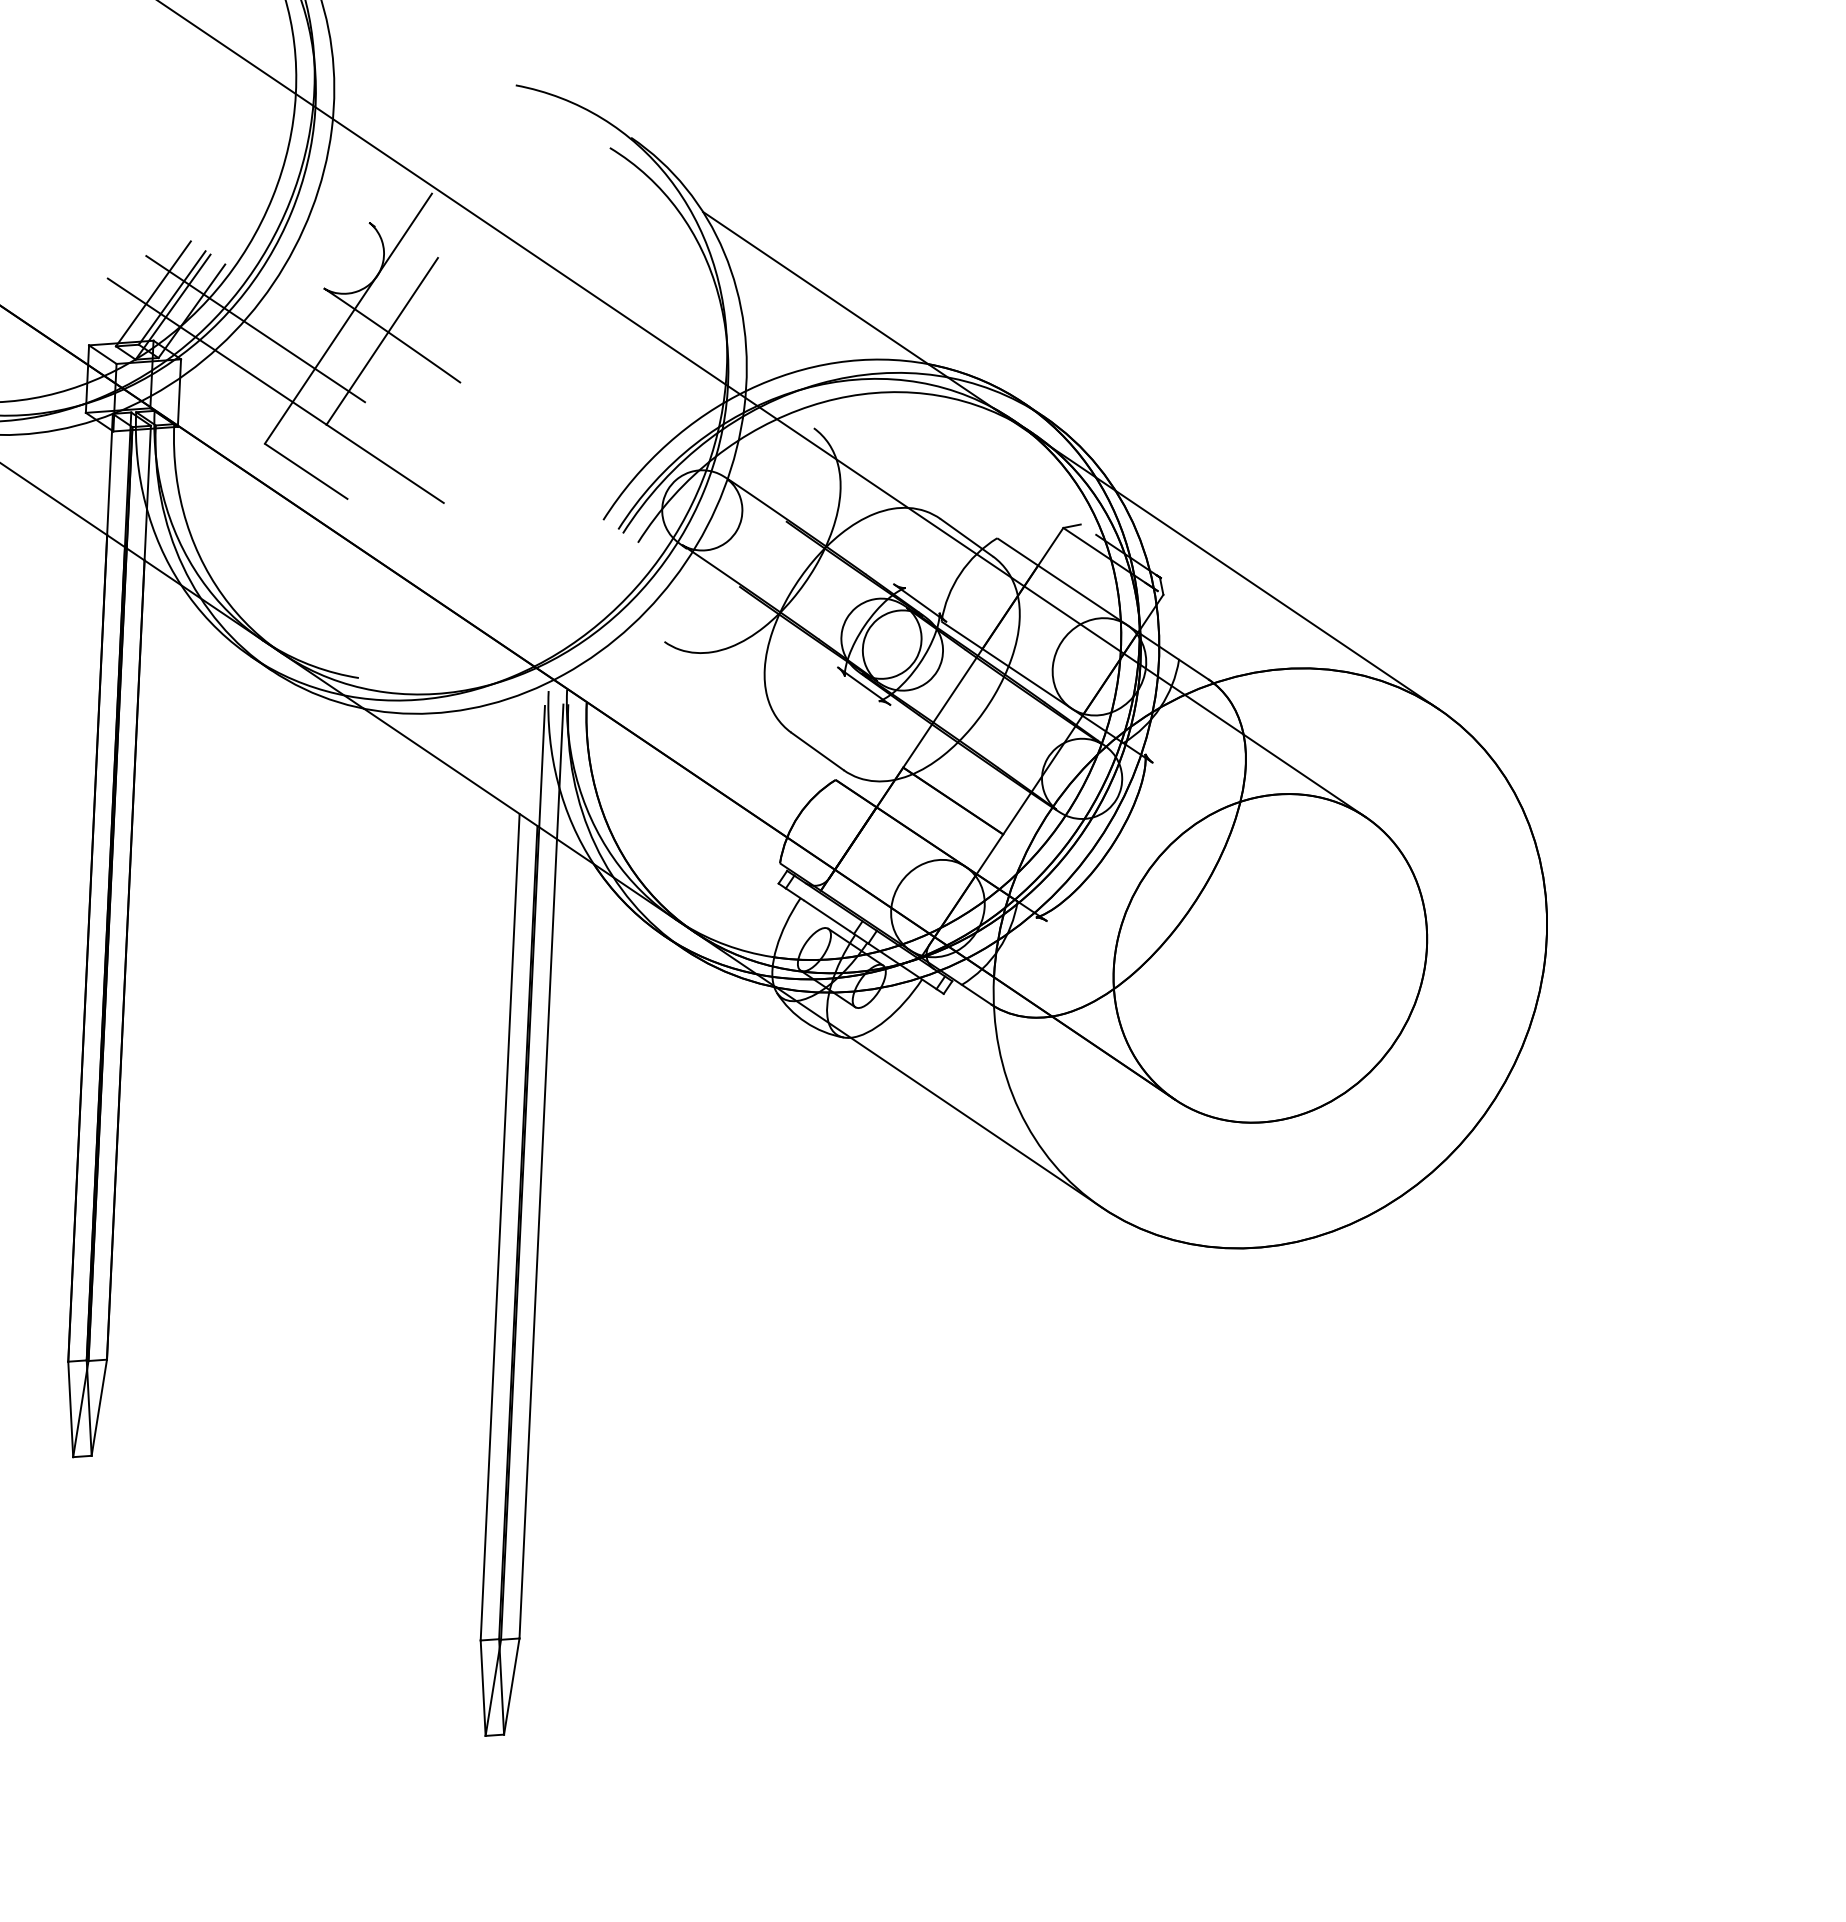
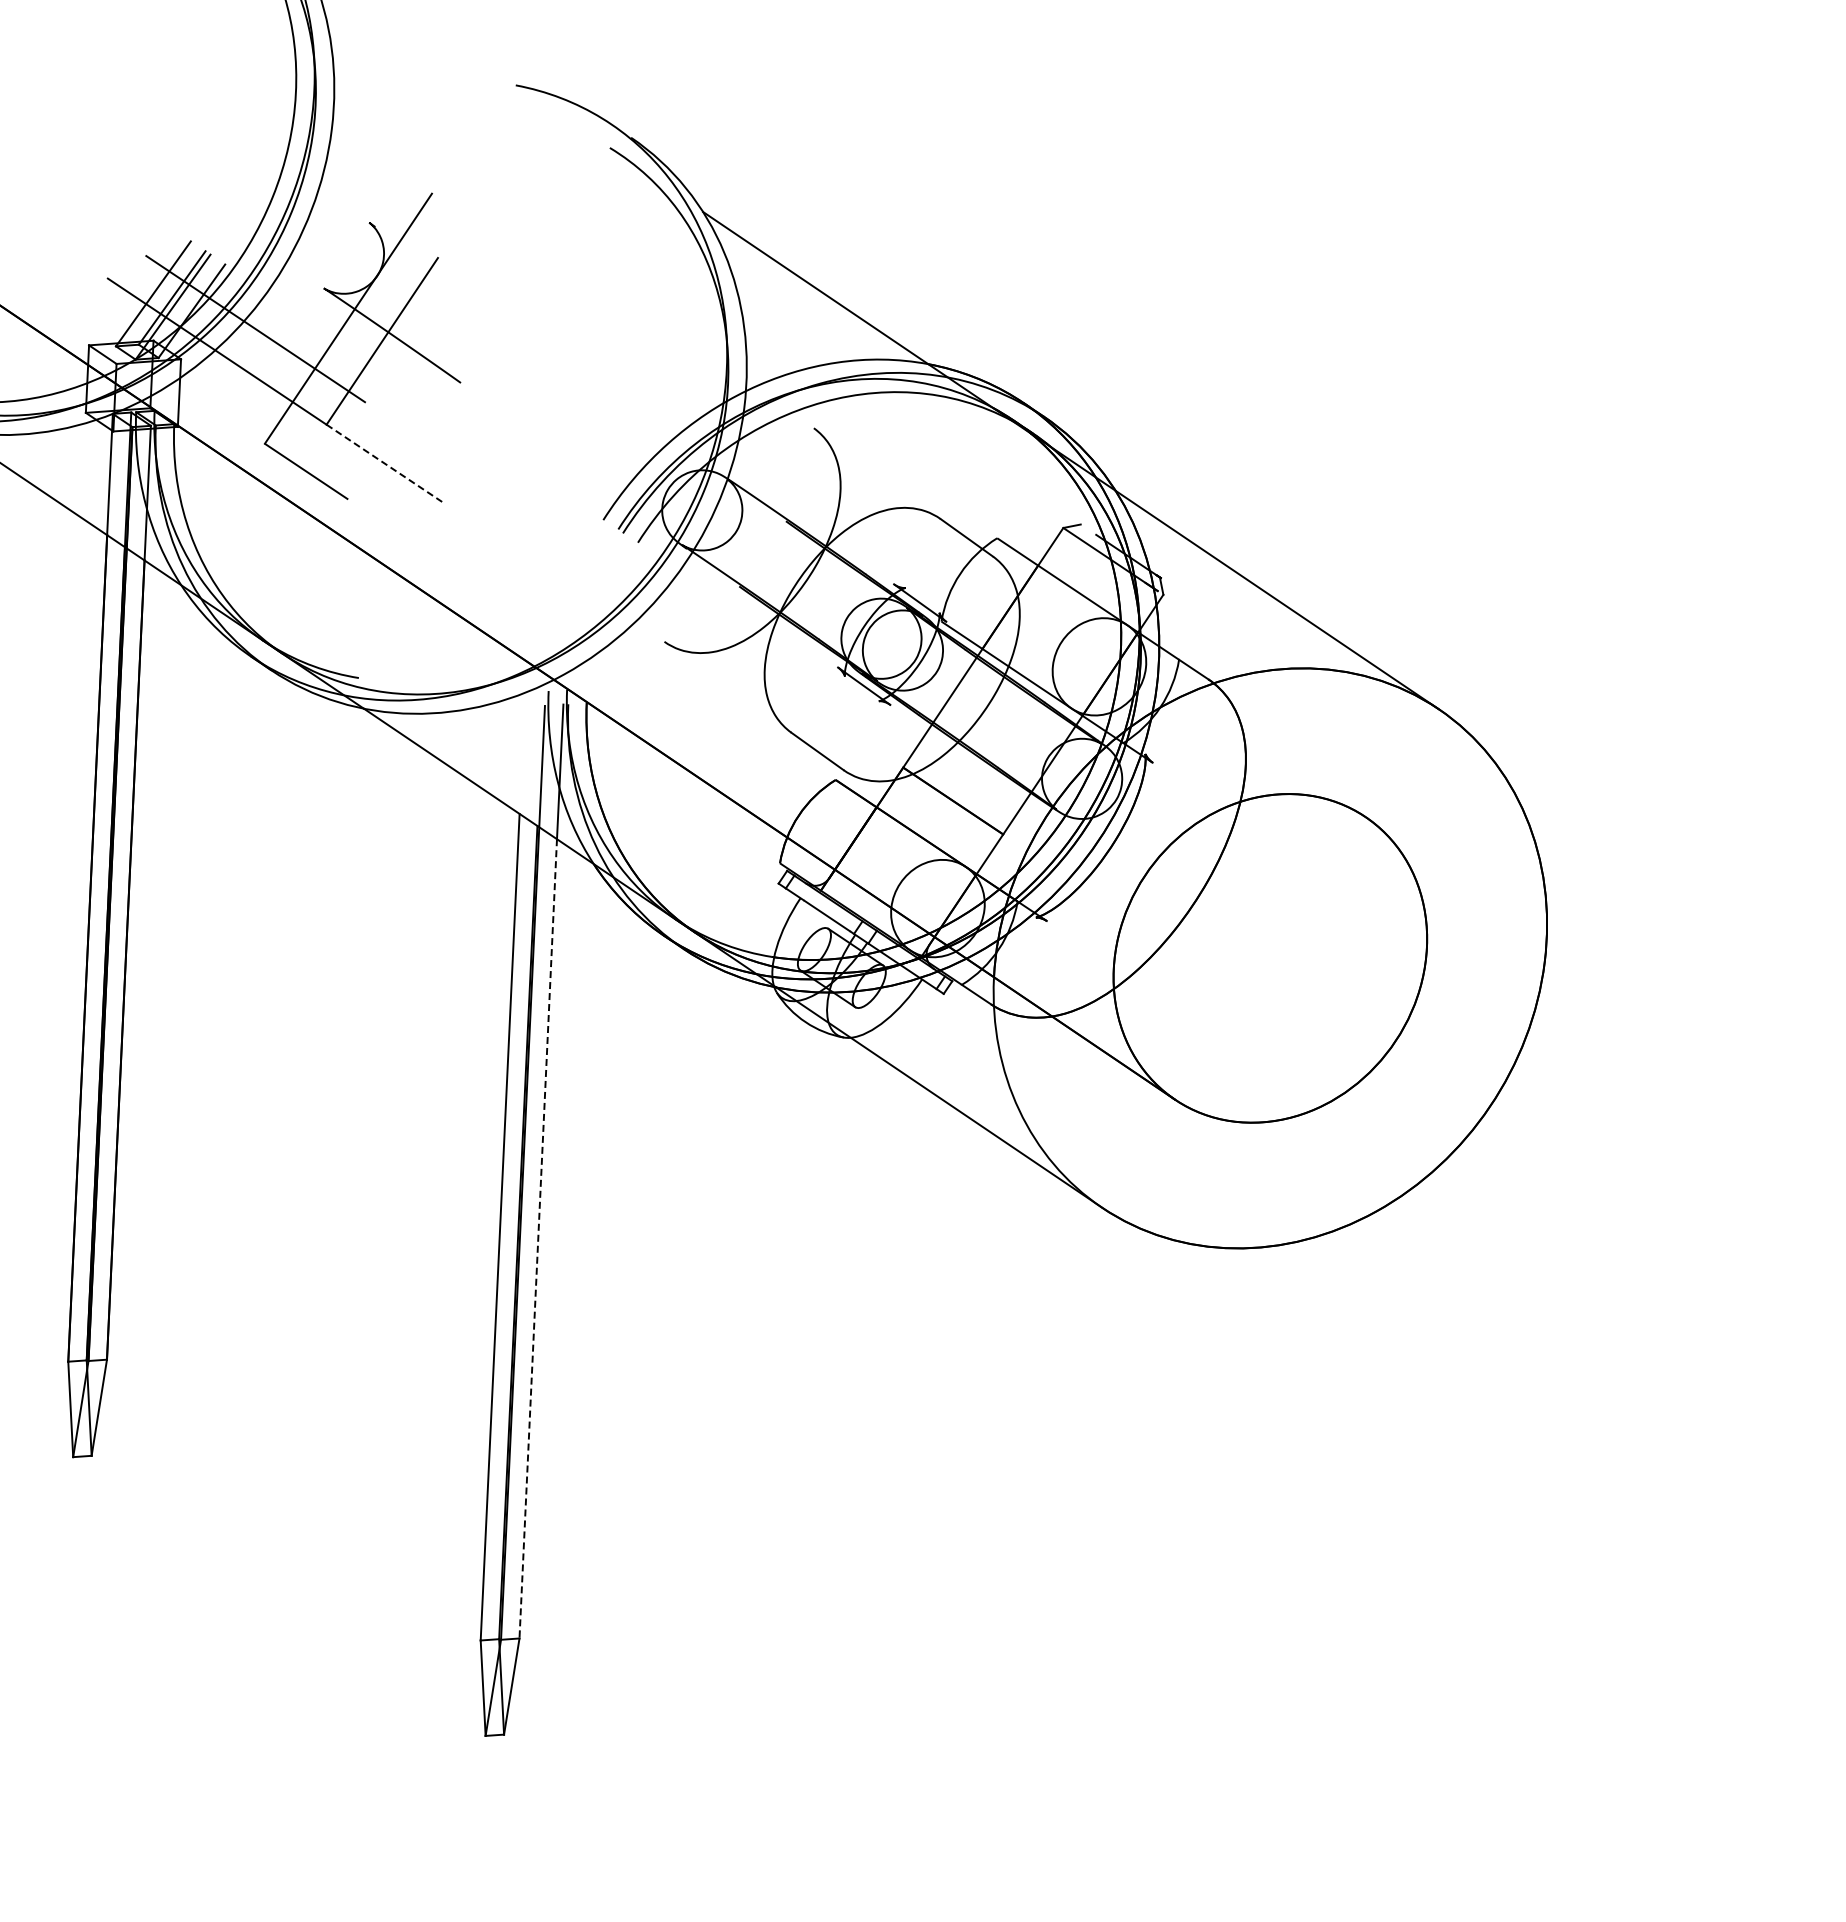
line at (762, 409): present -> none
line at (385, 464): solid -> dashed
line at (538, 1239): solid -> dashed
